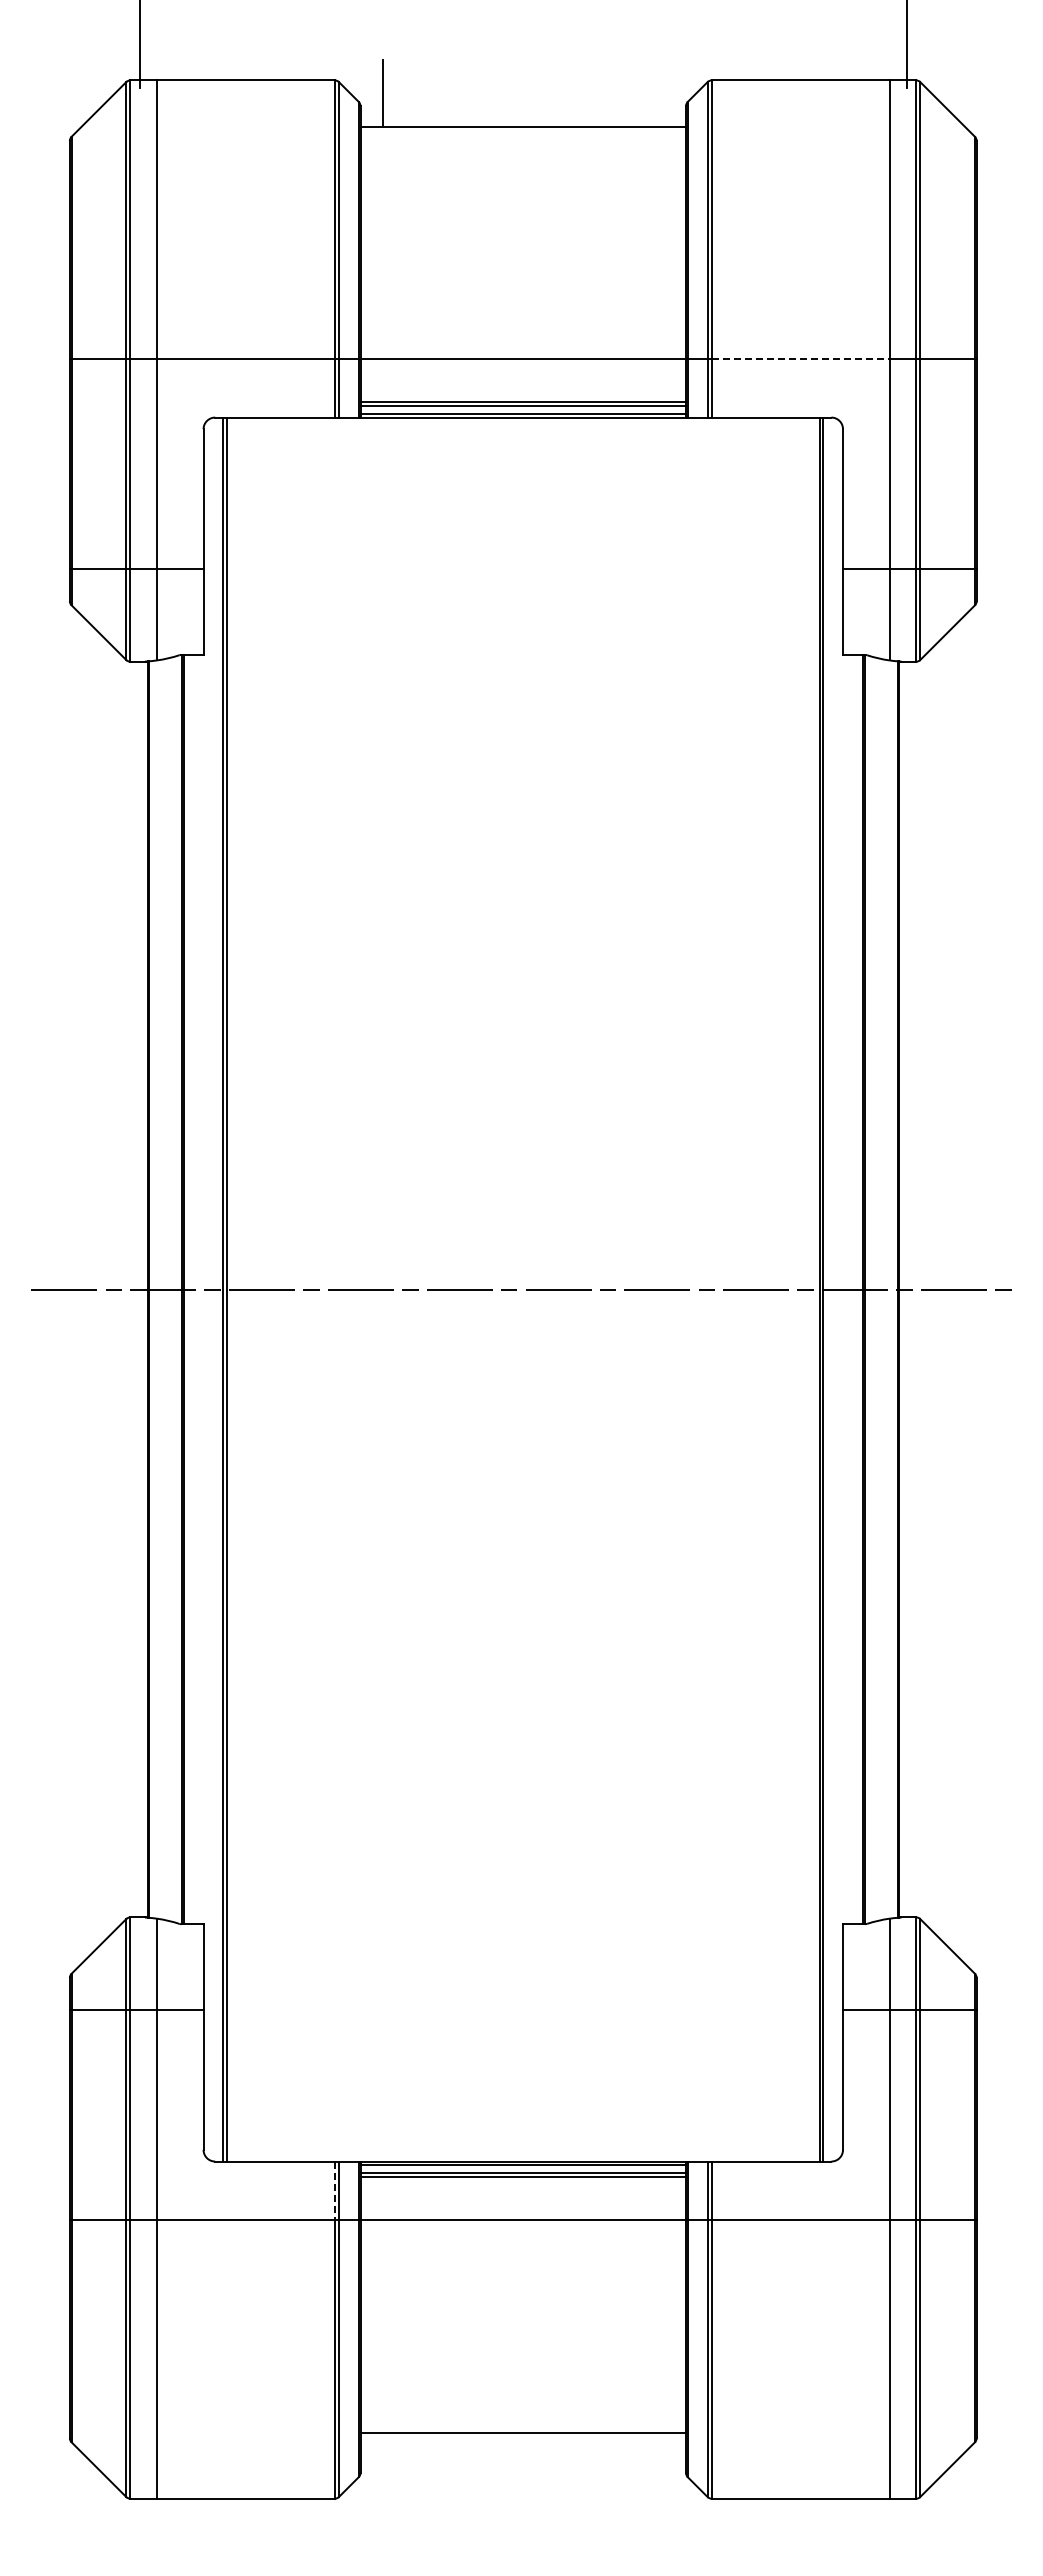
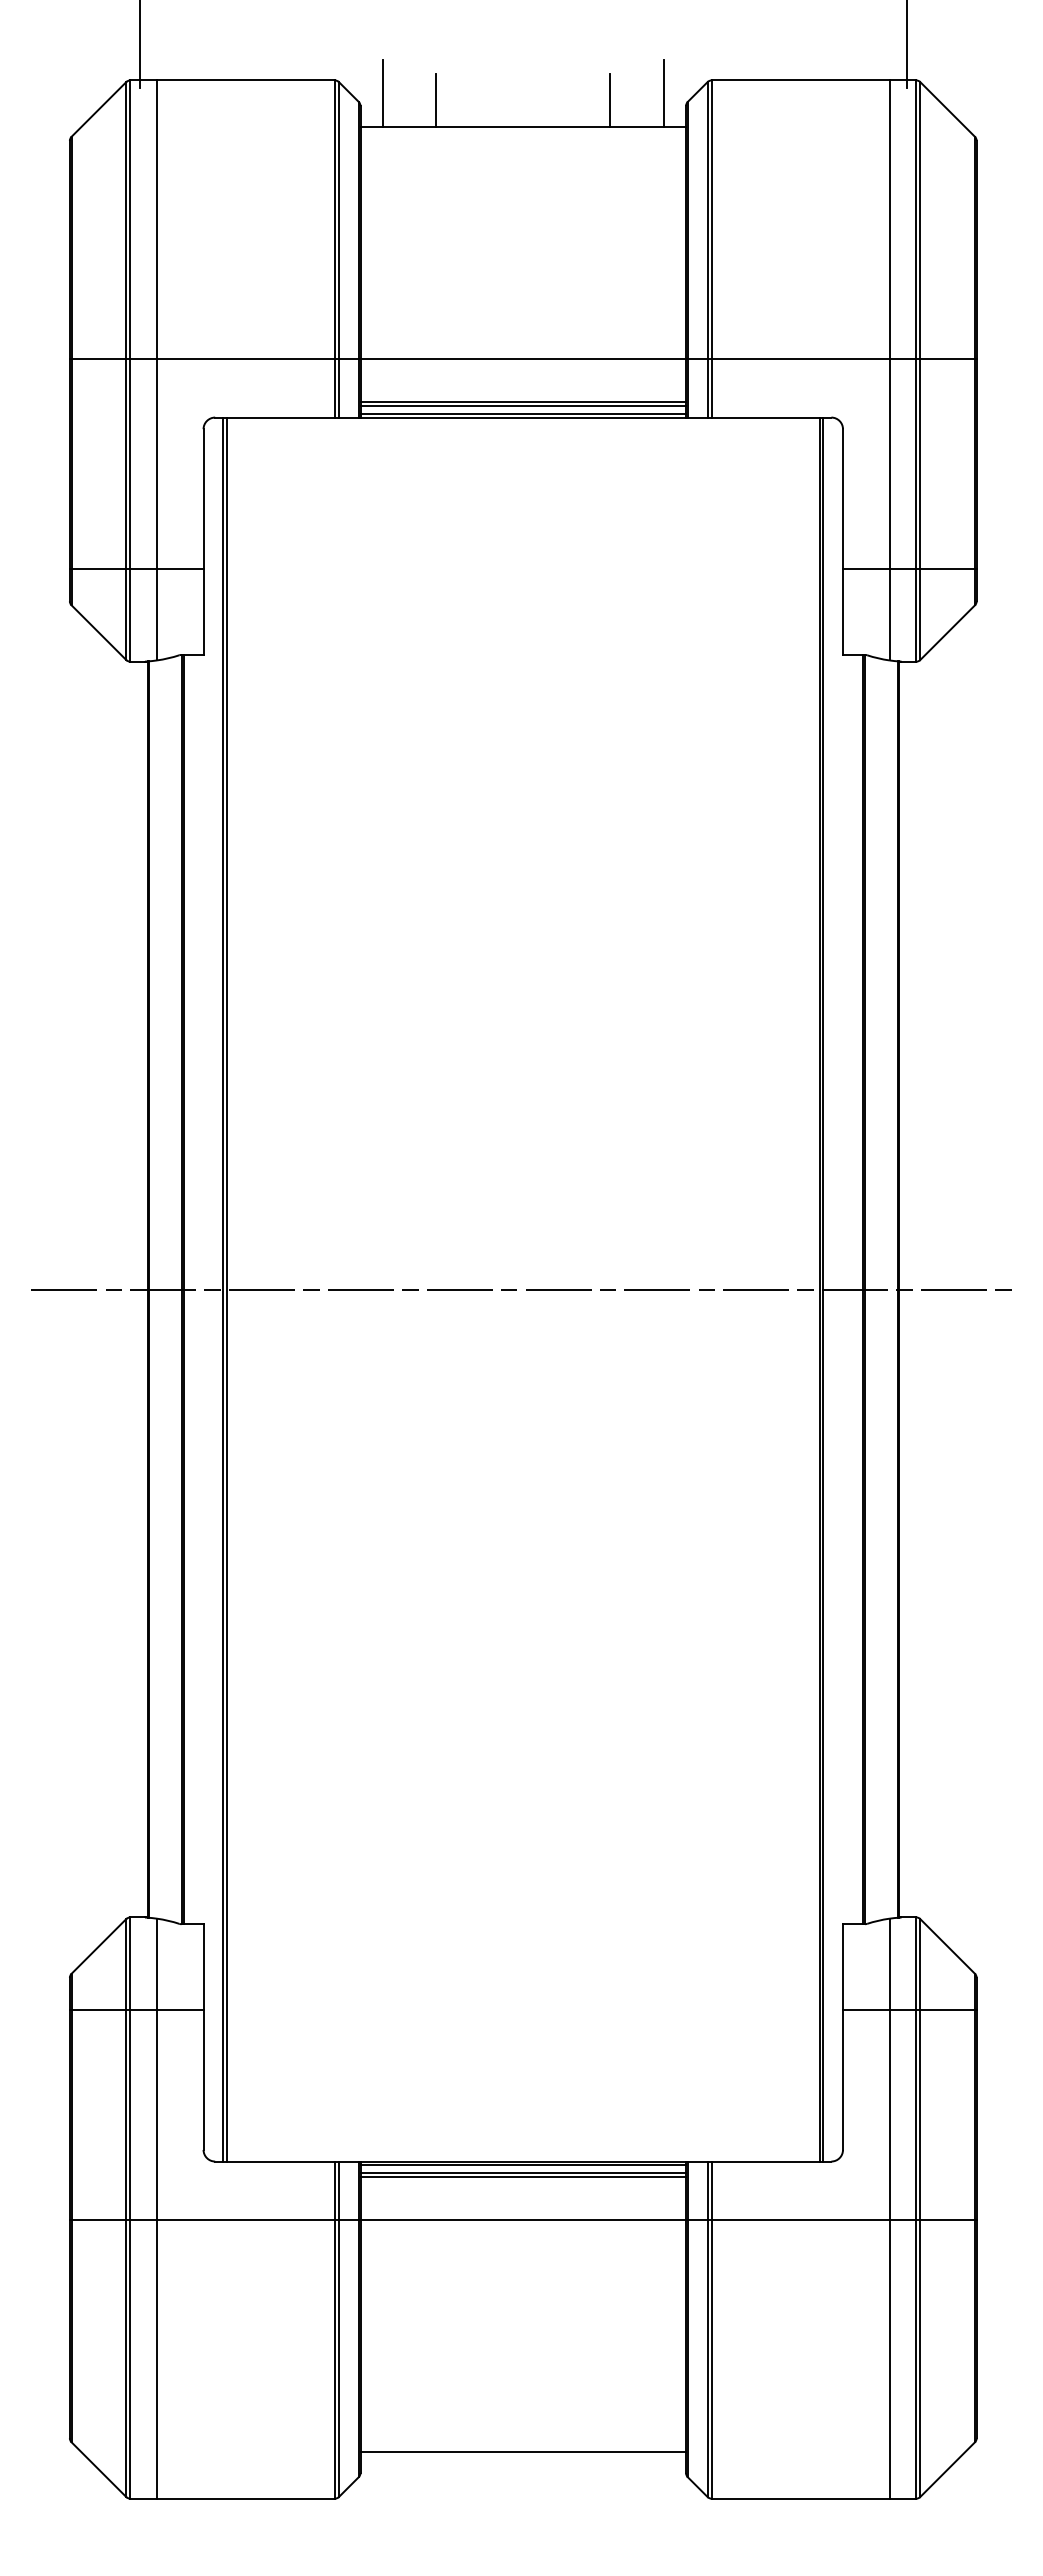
line at (663, 93): none -> present
line at (436, 100): none -> present
line at (610, 100): none -> present
line at (800, 359): dashed -> solid
line at (334, 2191): dashed -> solid
line at (523, 2433) position: (523, 2433) -> (523, 2452)
